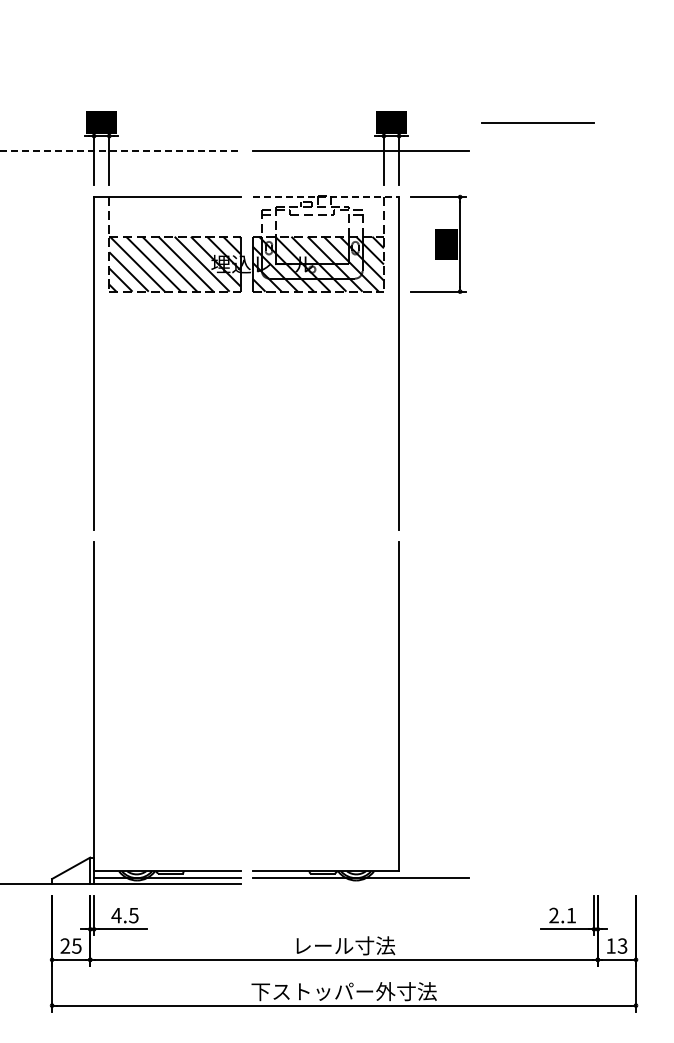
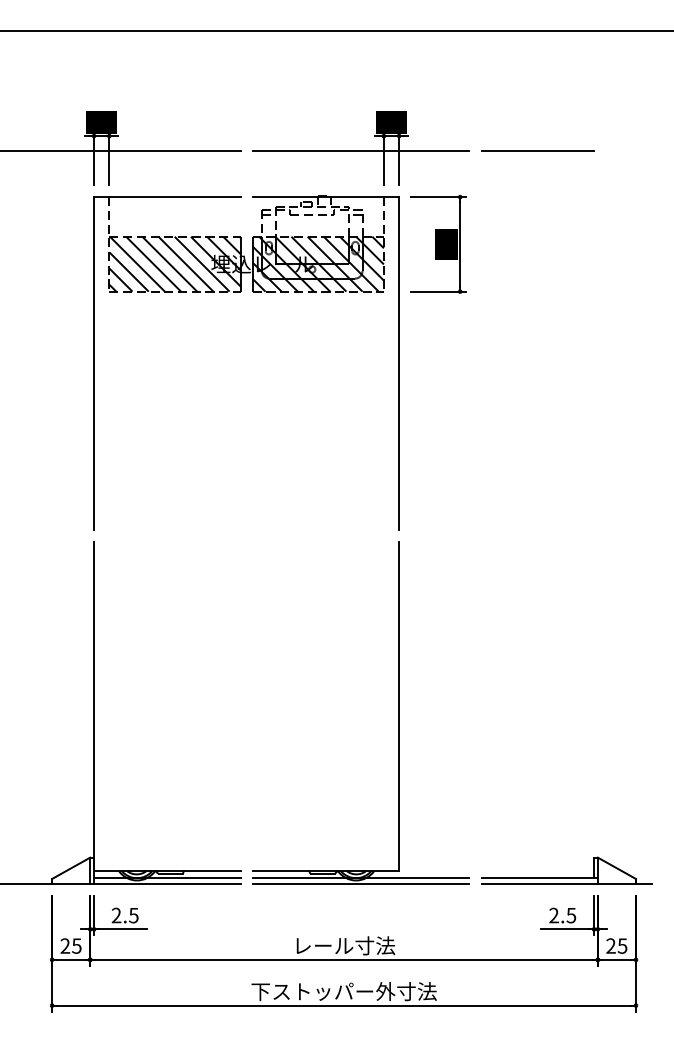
line at (336, 31): none -> present
line at (537, 122) position: (537, 122) -> (537, 150)
line at (120, 151): dashed -> solid
line at (326, 197): dashed -> solid
part at (566, 877): none -> present
line at (360, 883): none -> present
text at (116, 915): 4.5 -> 2.5
text at (571, 915): 2.1 -> 2.5
text at (616, 945): 13 -> 25
